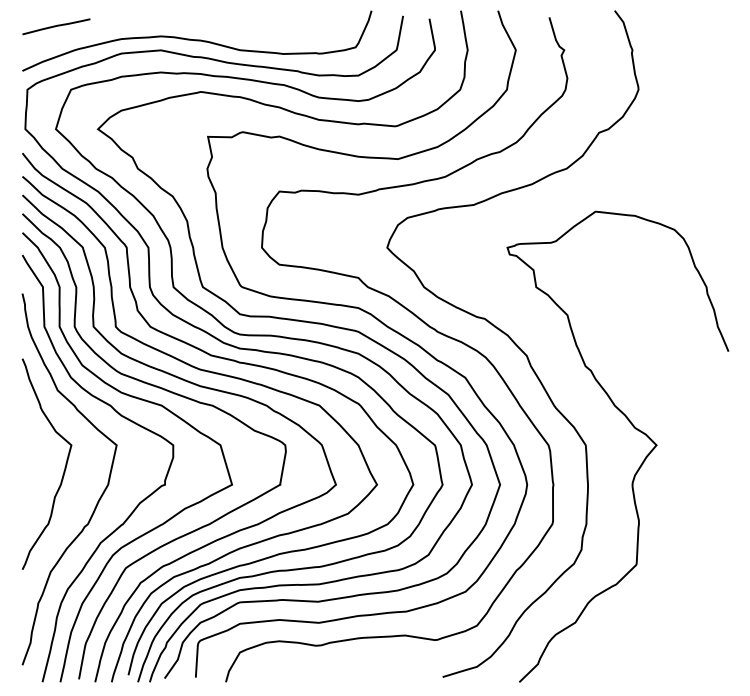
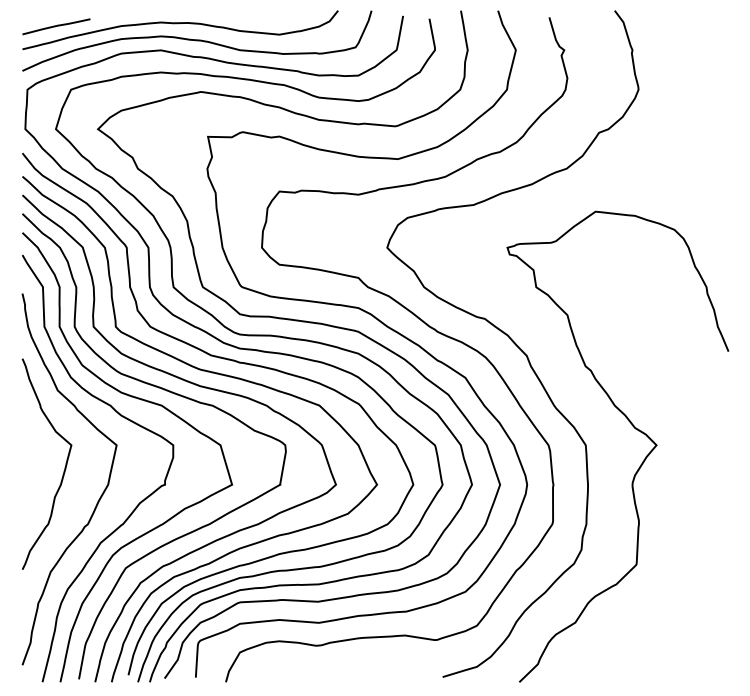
curve at (178, 24): none -> present
